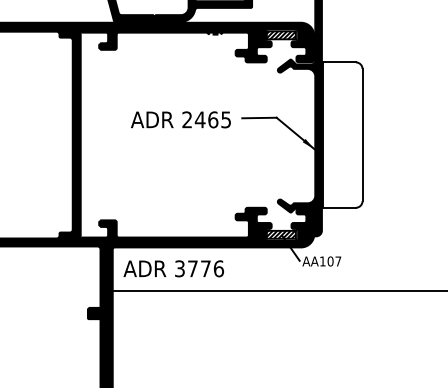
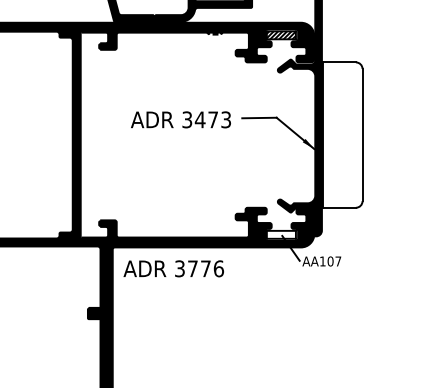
text at (206, 119): 2465 -> 3473
hatch at (280, 234): present -> none
line at (277, 291): present -> none
